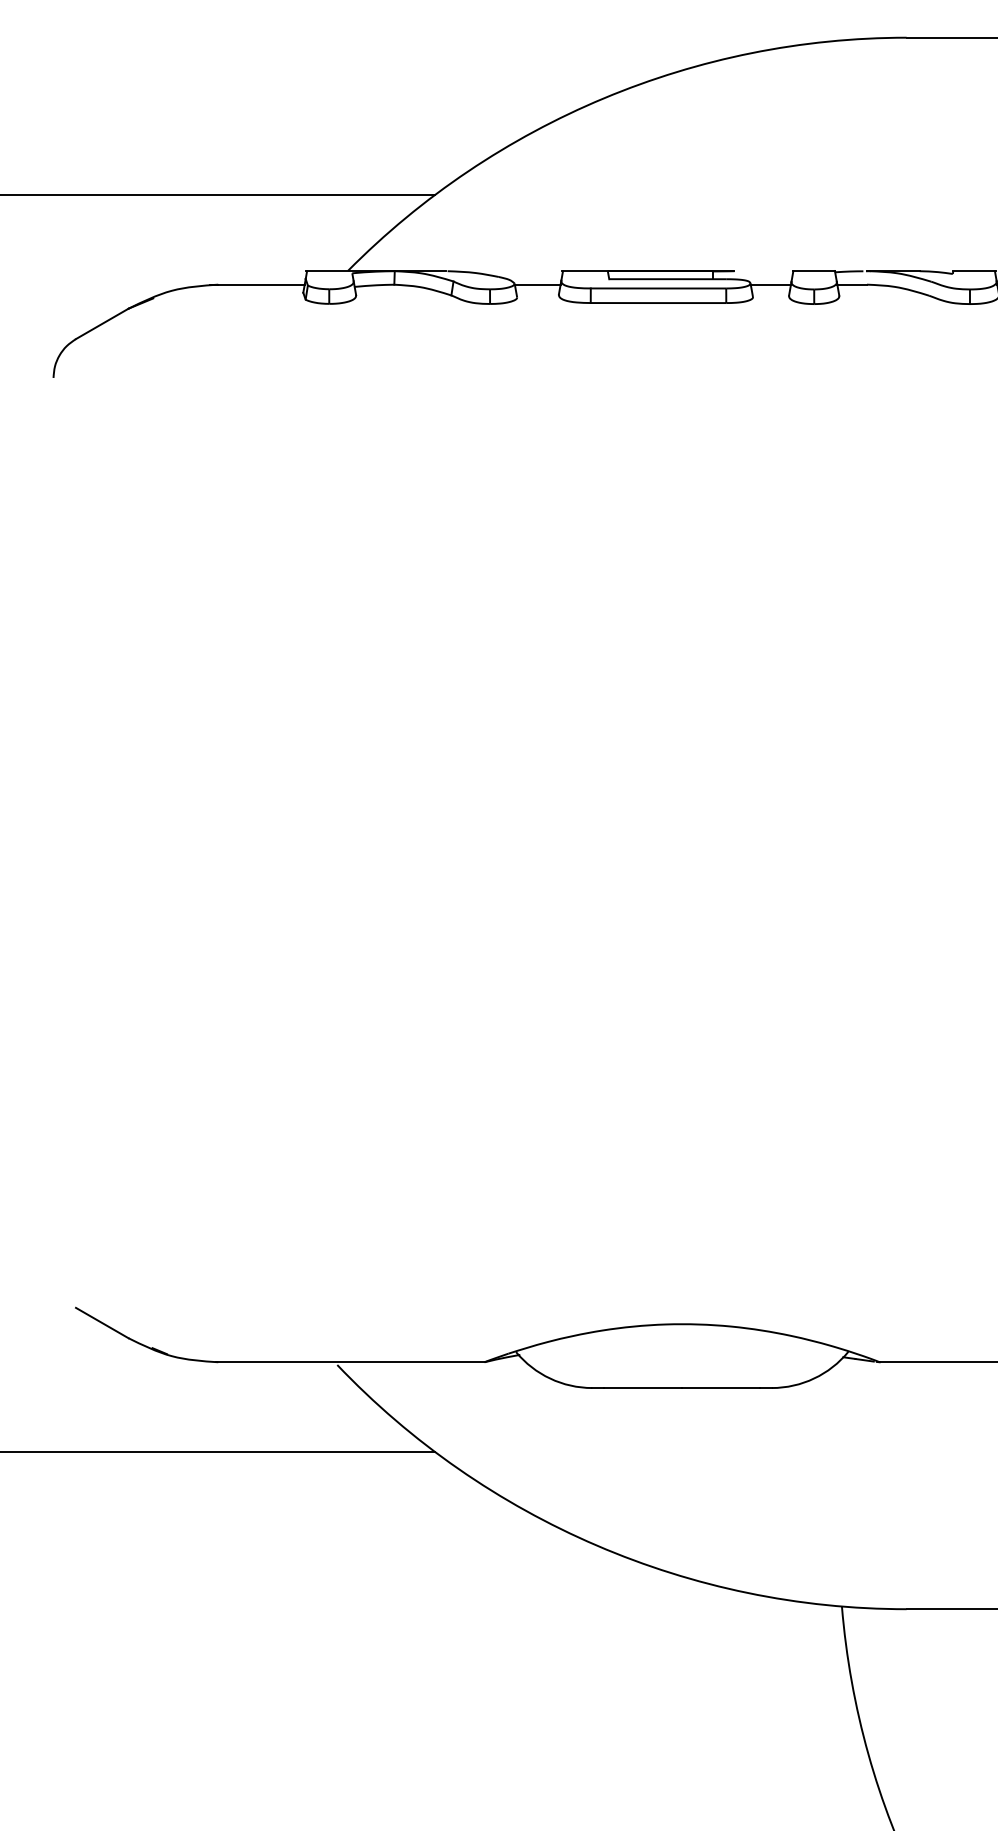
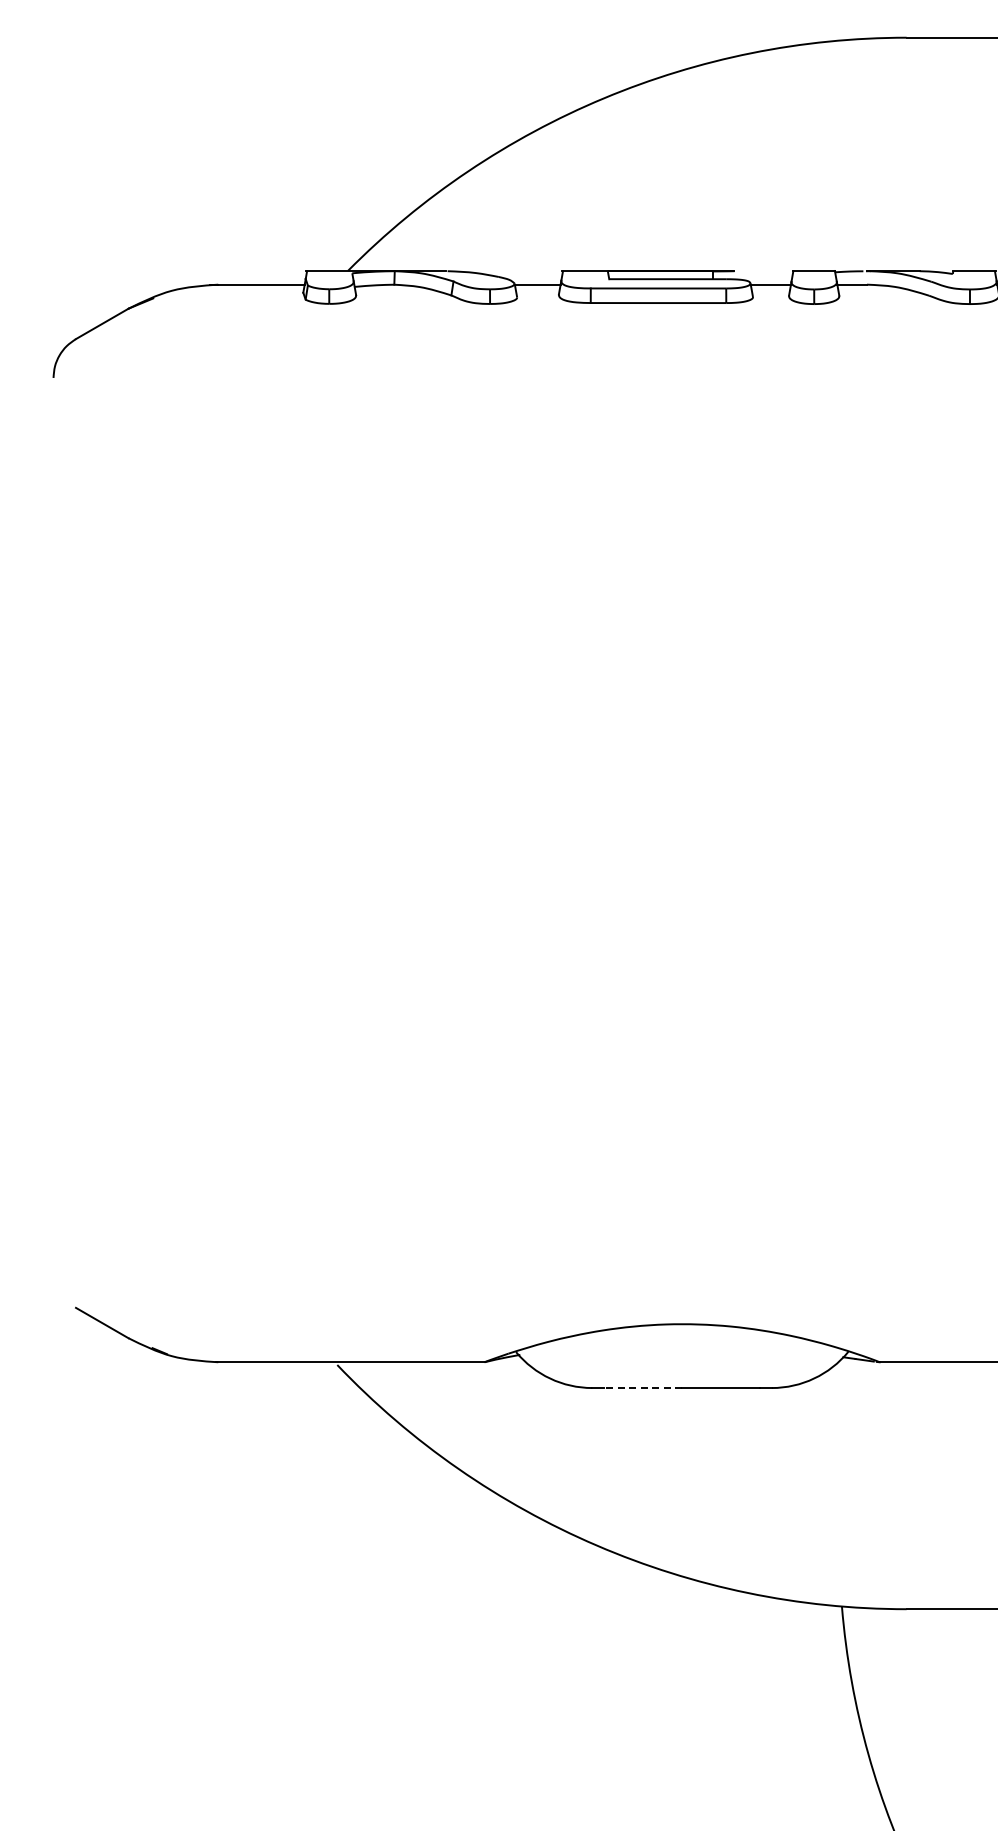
line at (218, 194): present -> none
line at (643, 1387): solid -> dashed
line at (218, 1452): present -> none
